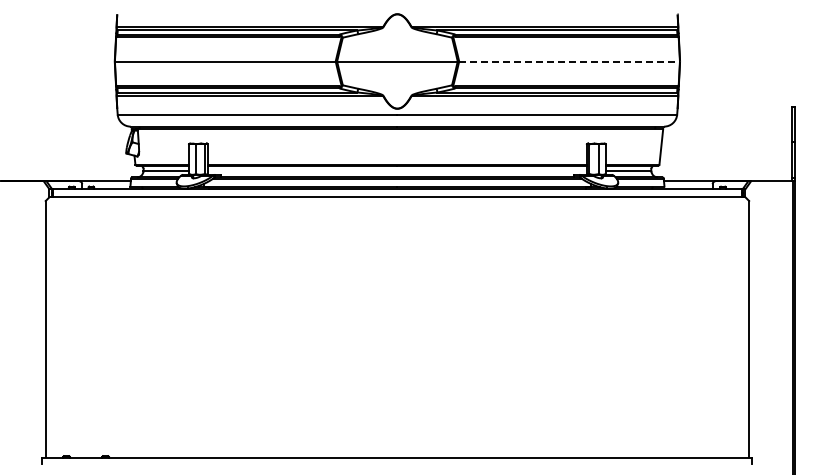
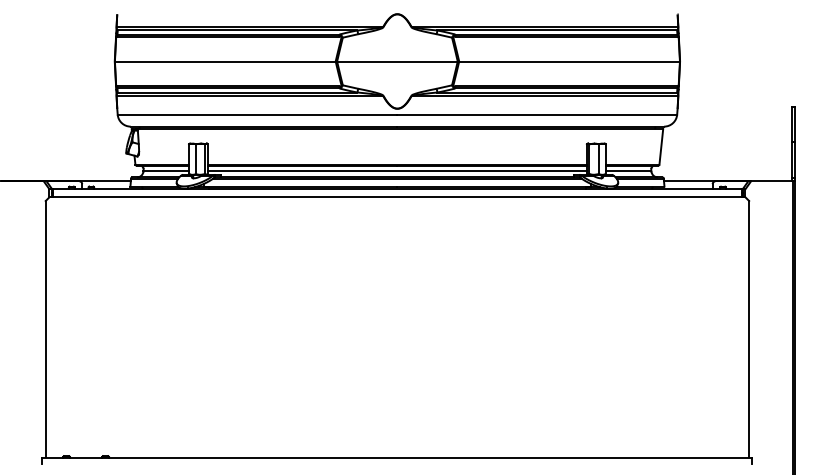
line at (570, 61): dashed -> solid
line at (396, 171): none -> present
